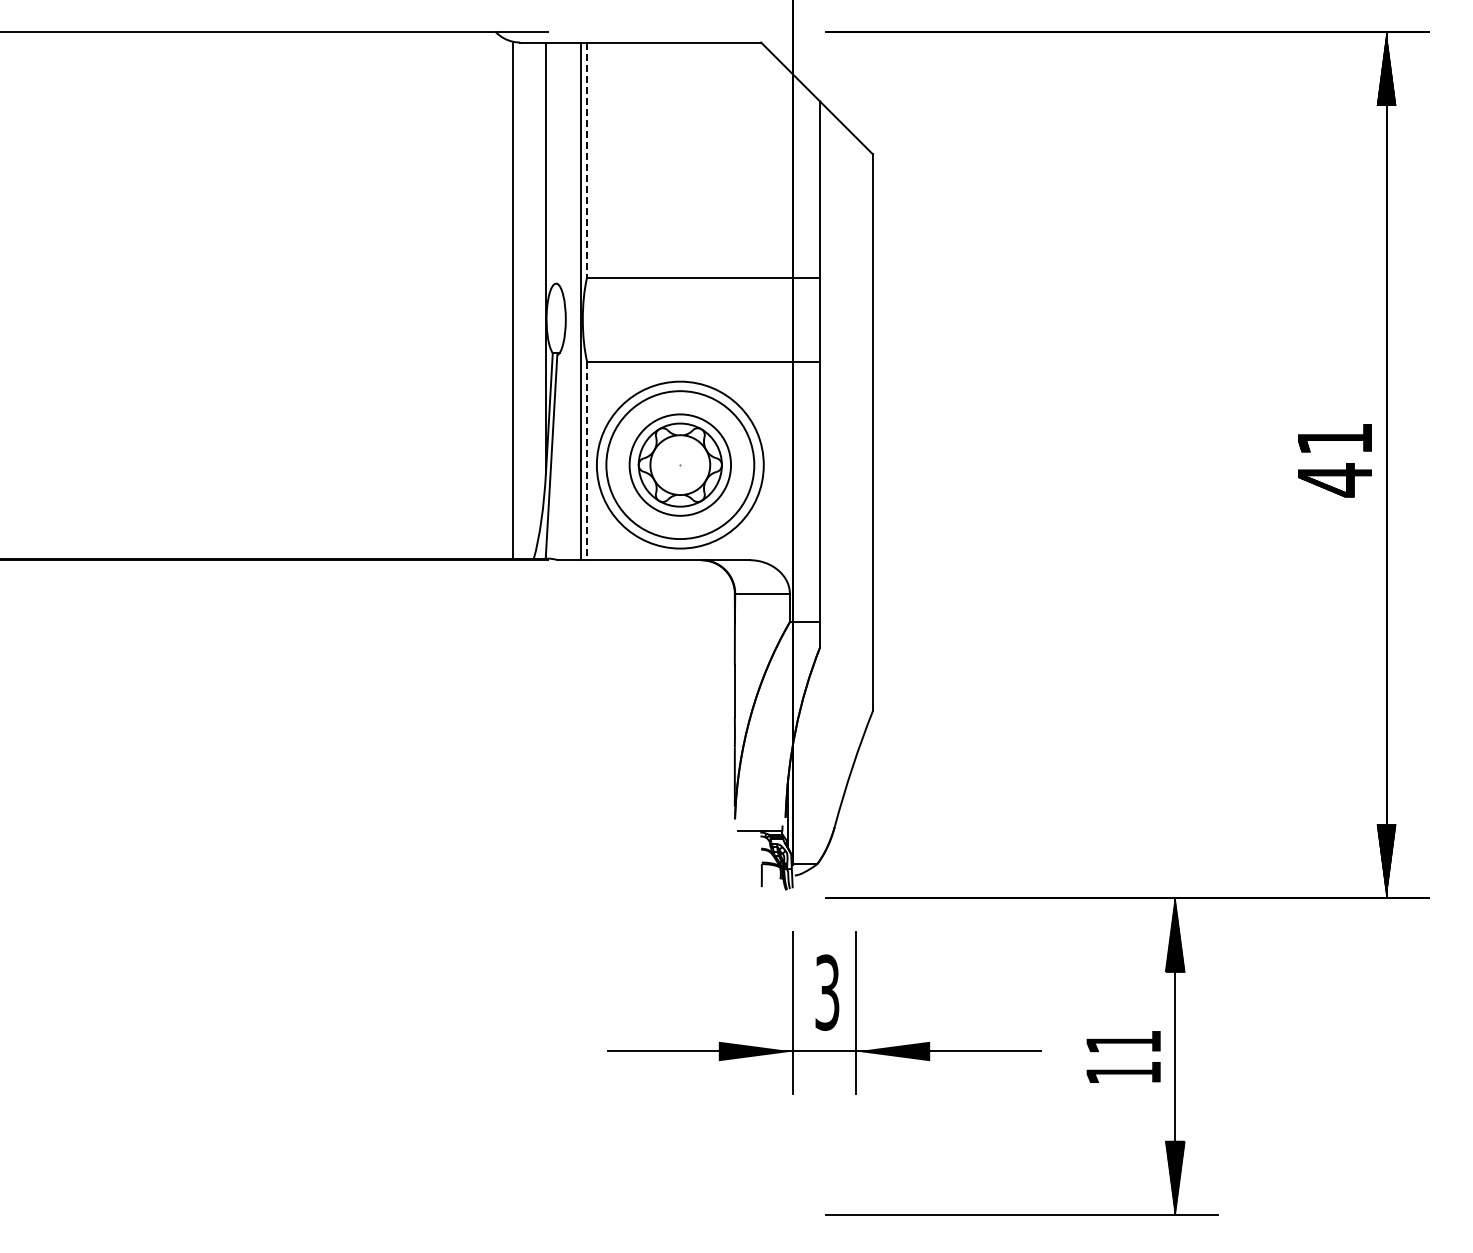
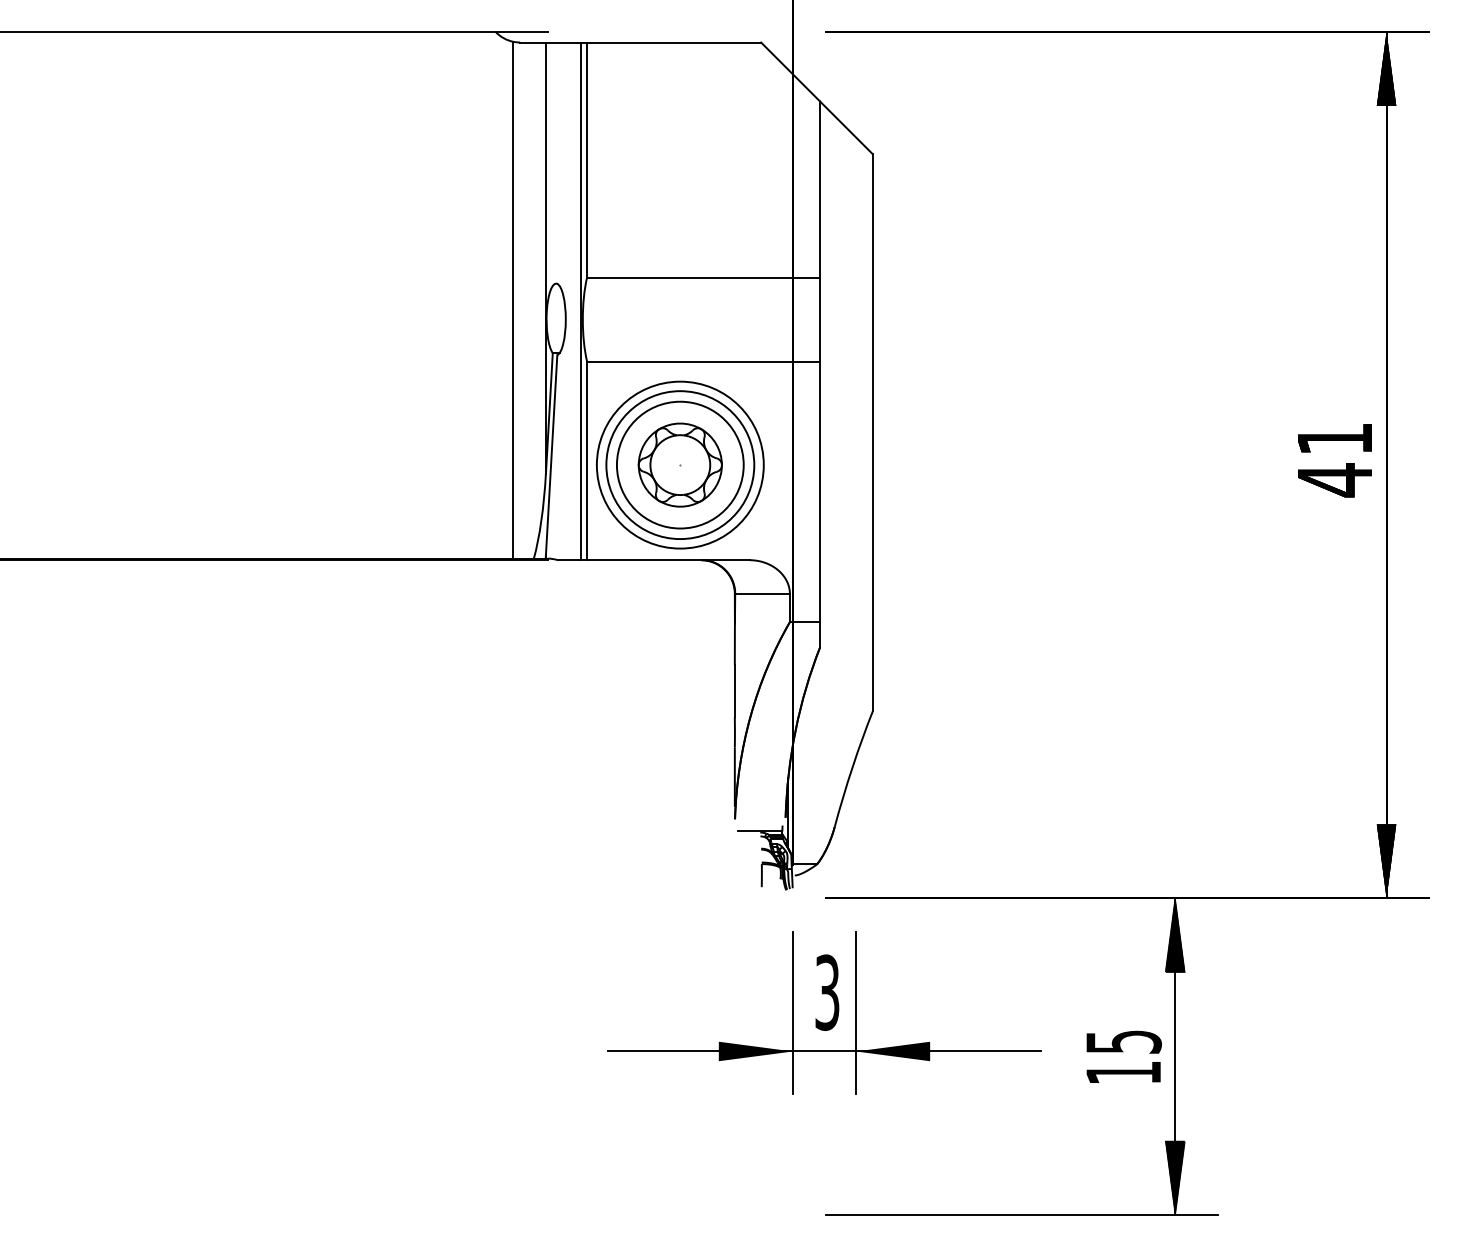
line at (587, 160): dashed -> solid
line at (587, 461): dashed -> solid
circle at (680, 464) diameter: 101 px -> 127 px
text at (1123, 1041): 11 -> 15
